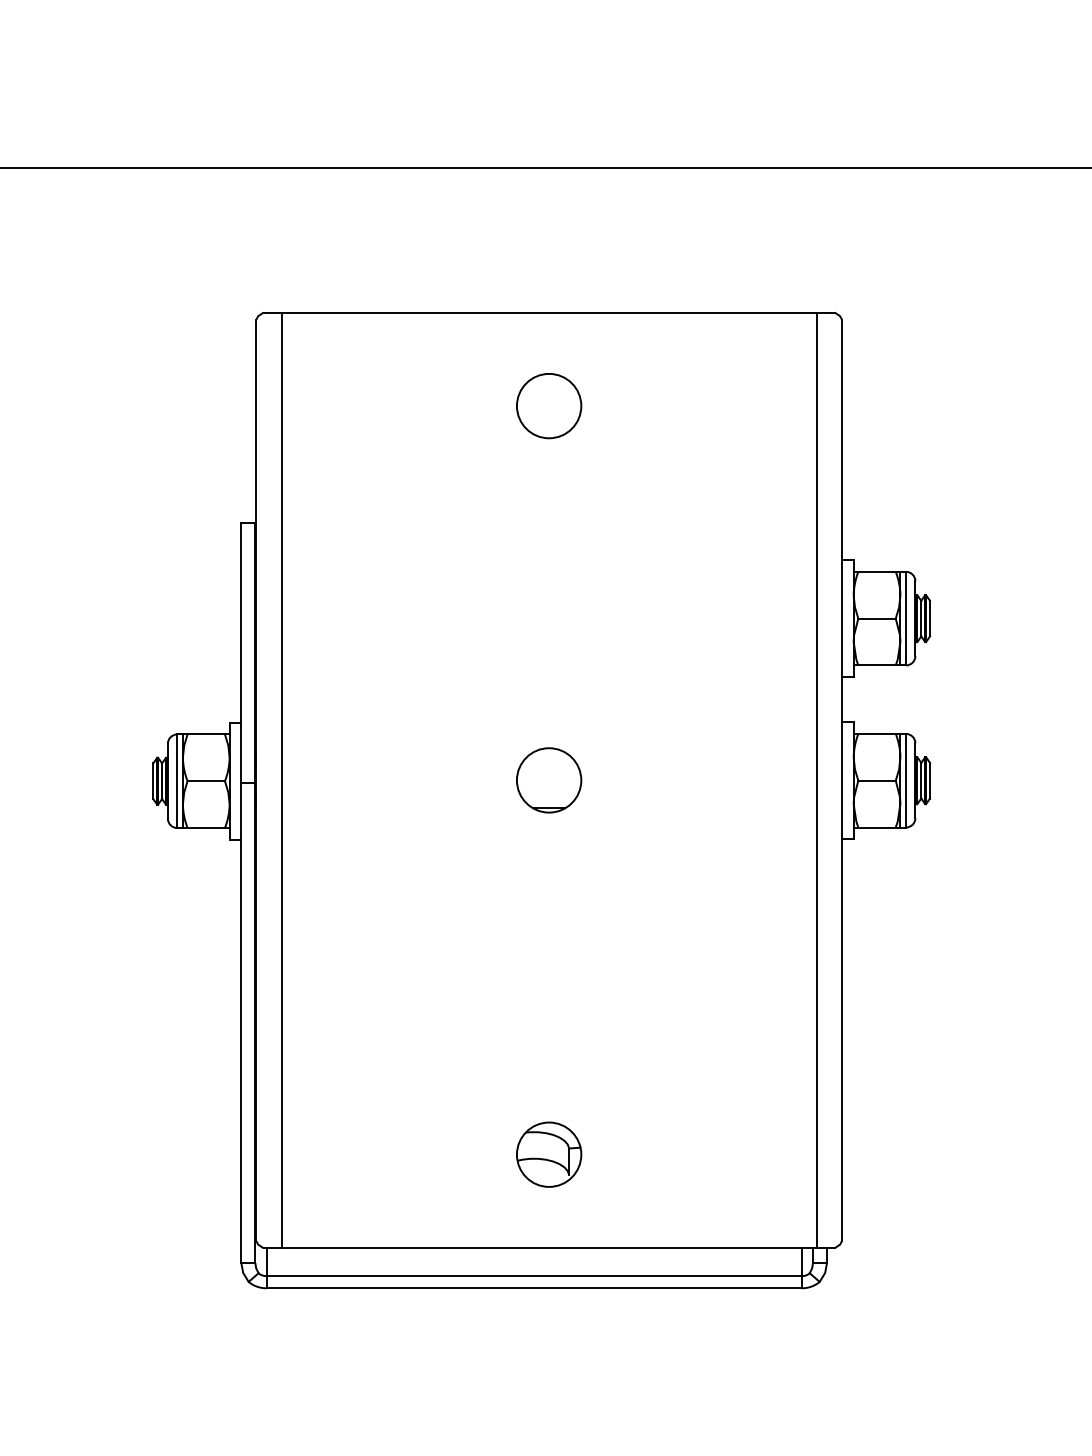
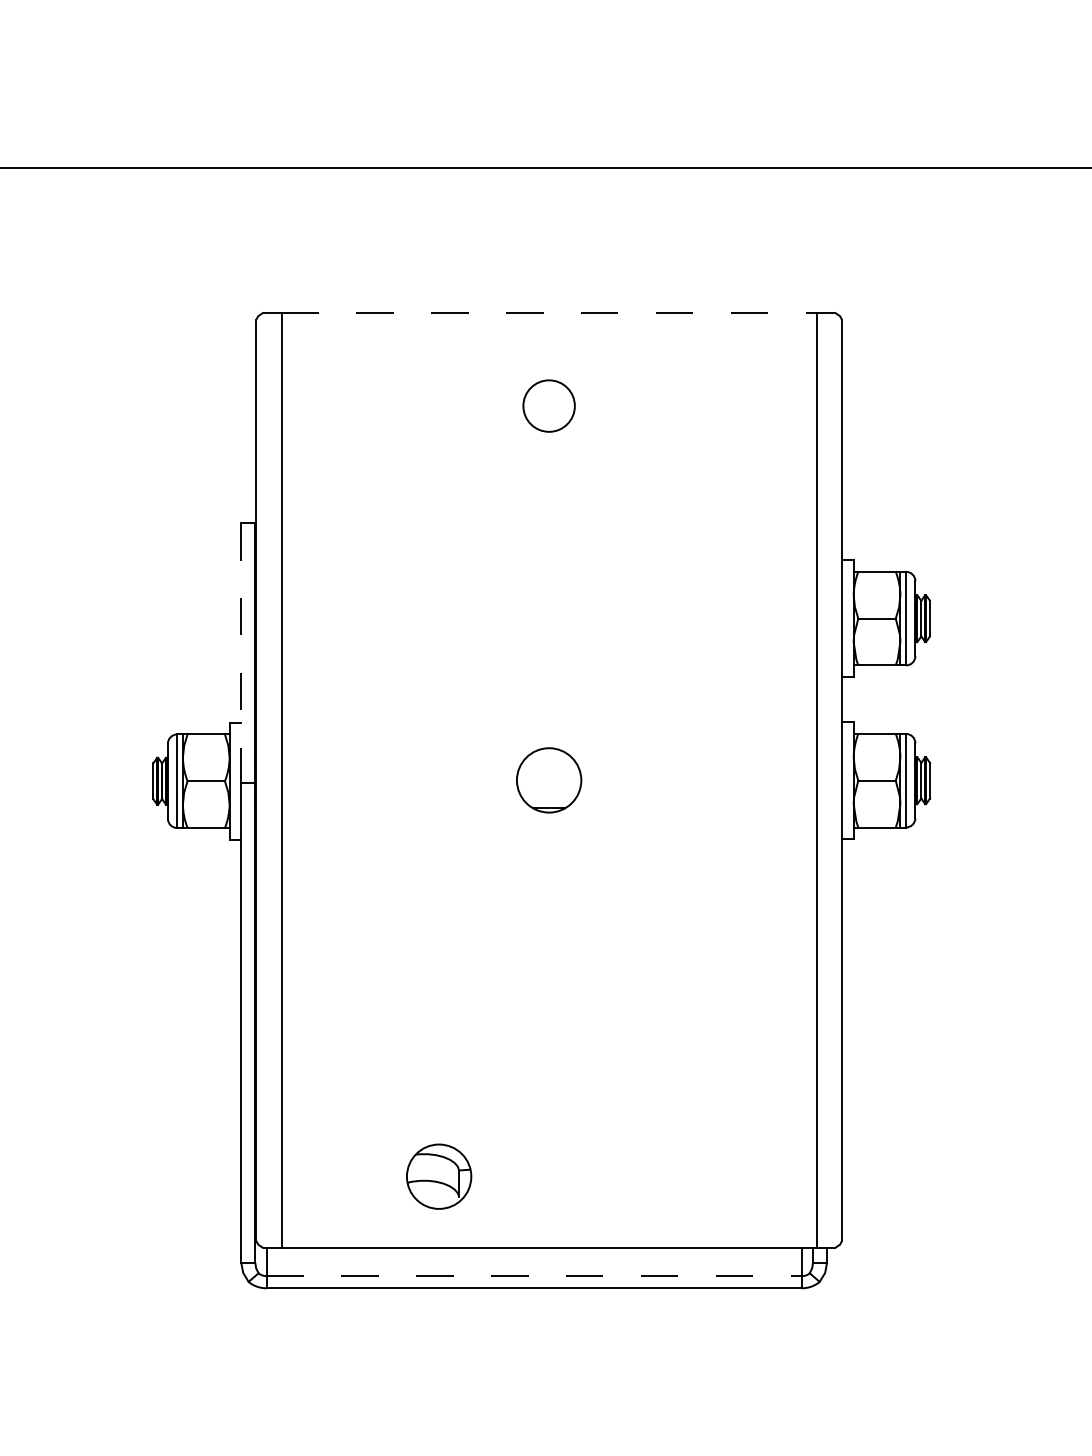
line at (549, 312): solid -> dashed
circle at (548, 405) diameter: 64 px -> 52 px
line at (241, 652): solid -> dashed
part at (549, 1154) position: (549, 1154) -> (439, 1176)
line at (534, 1276): solid -> dashed
